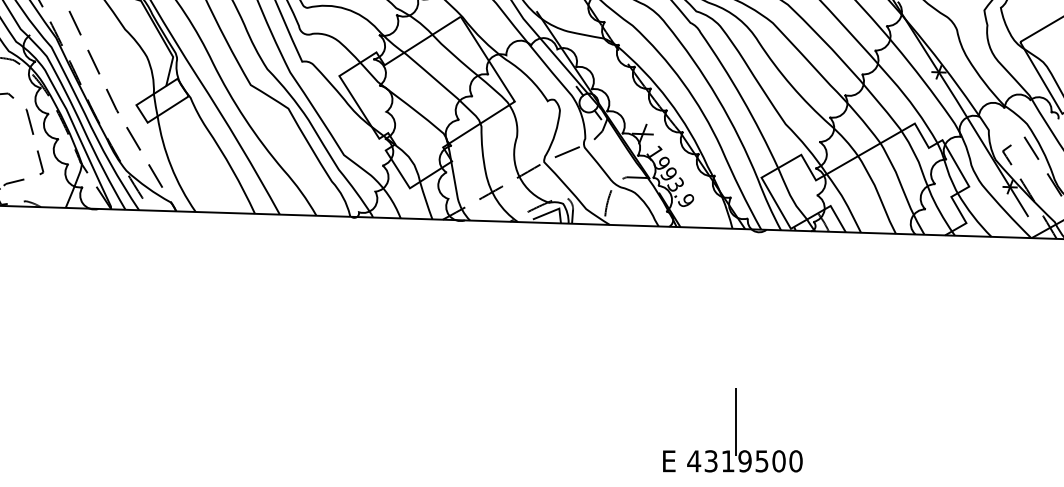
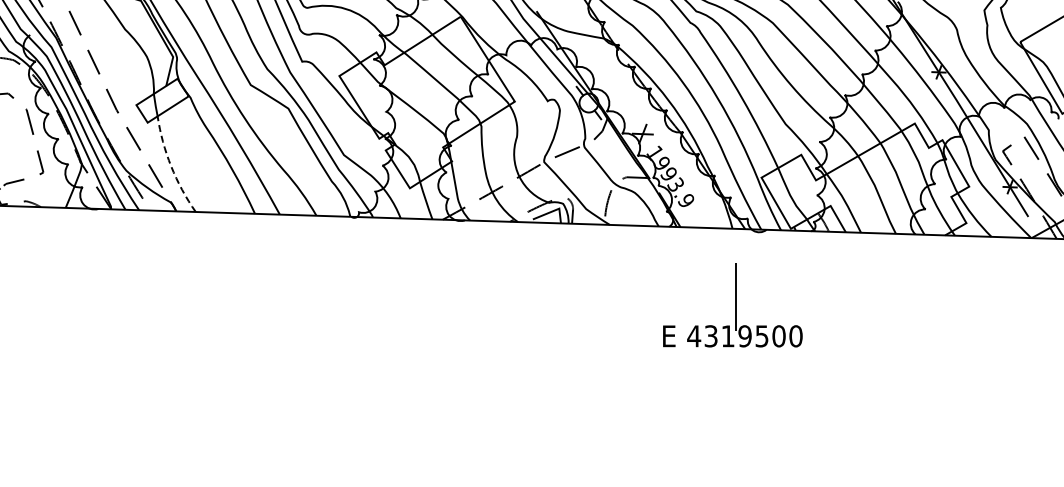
line at (171, 166): solid -> dashed
part at (732, 430) position: (732, 430) -> (732, 305)
